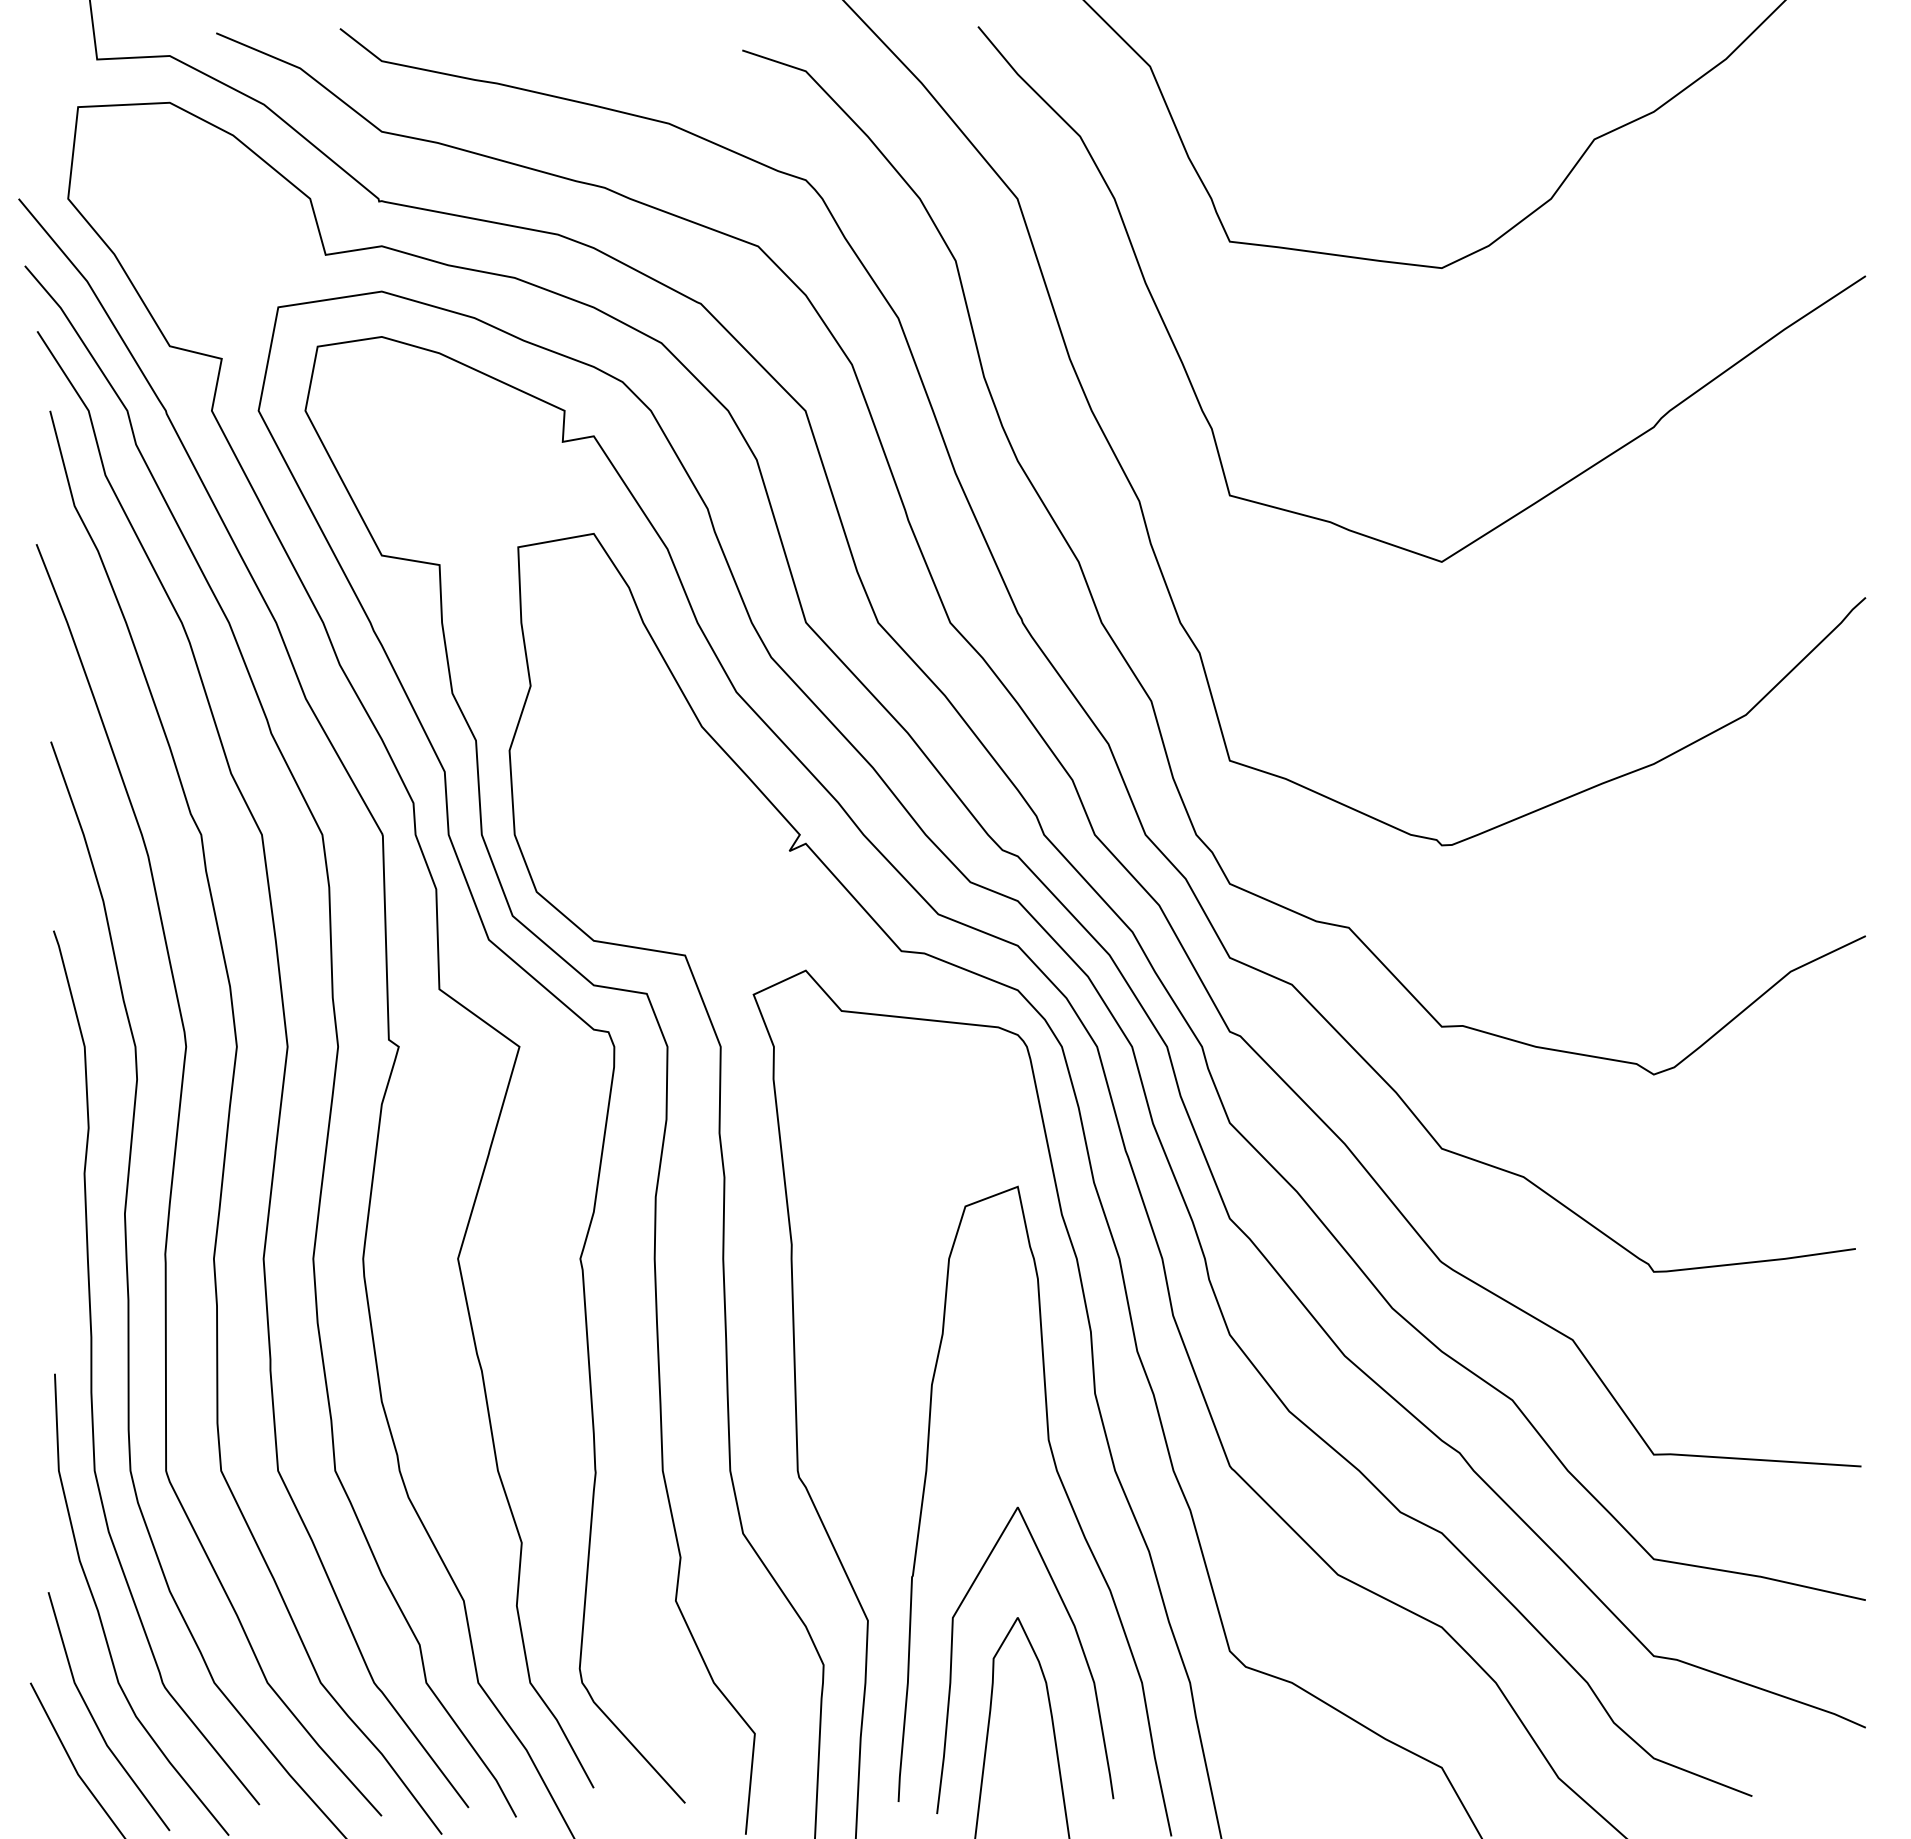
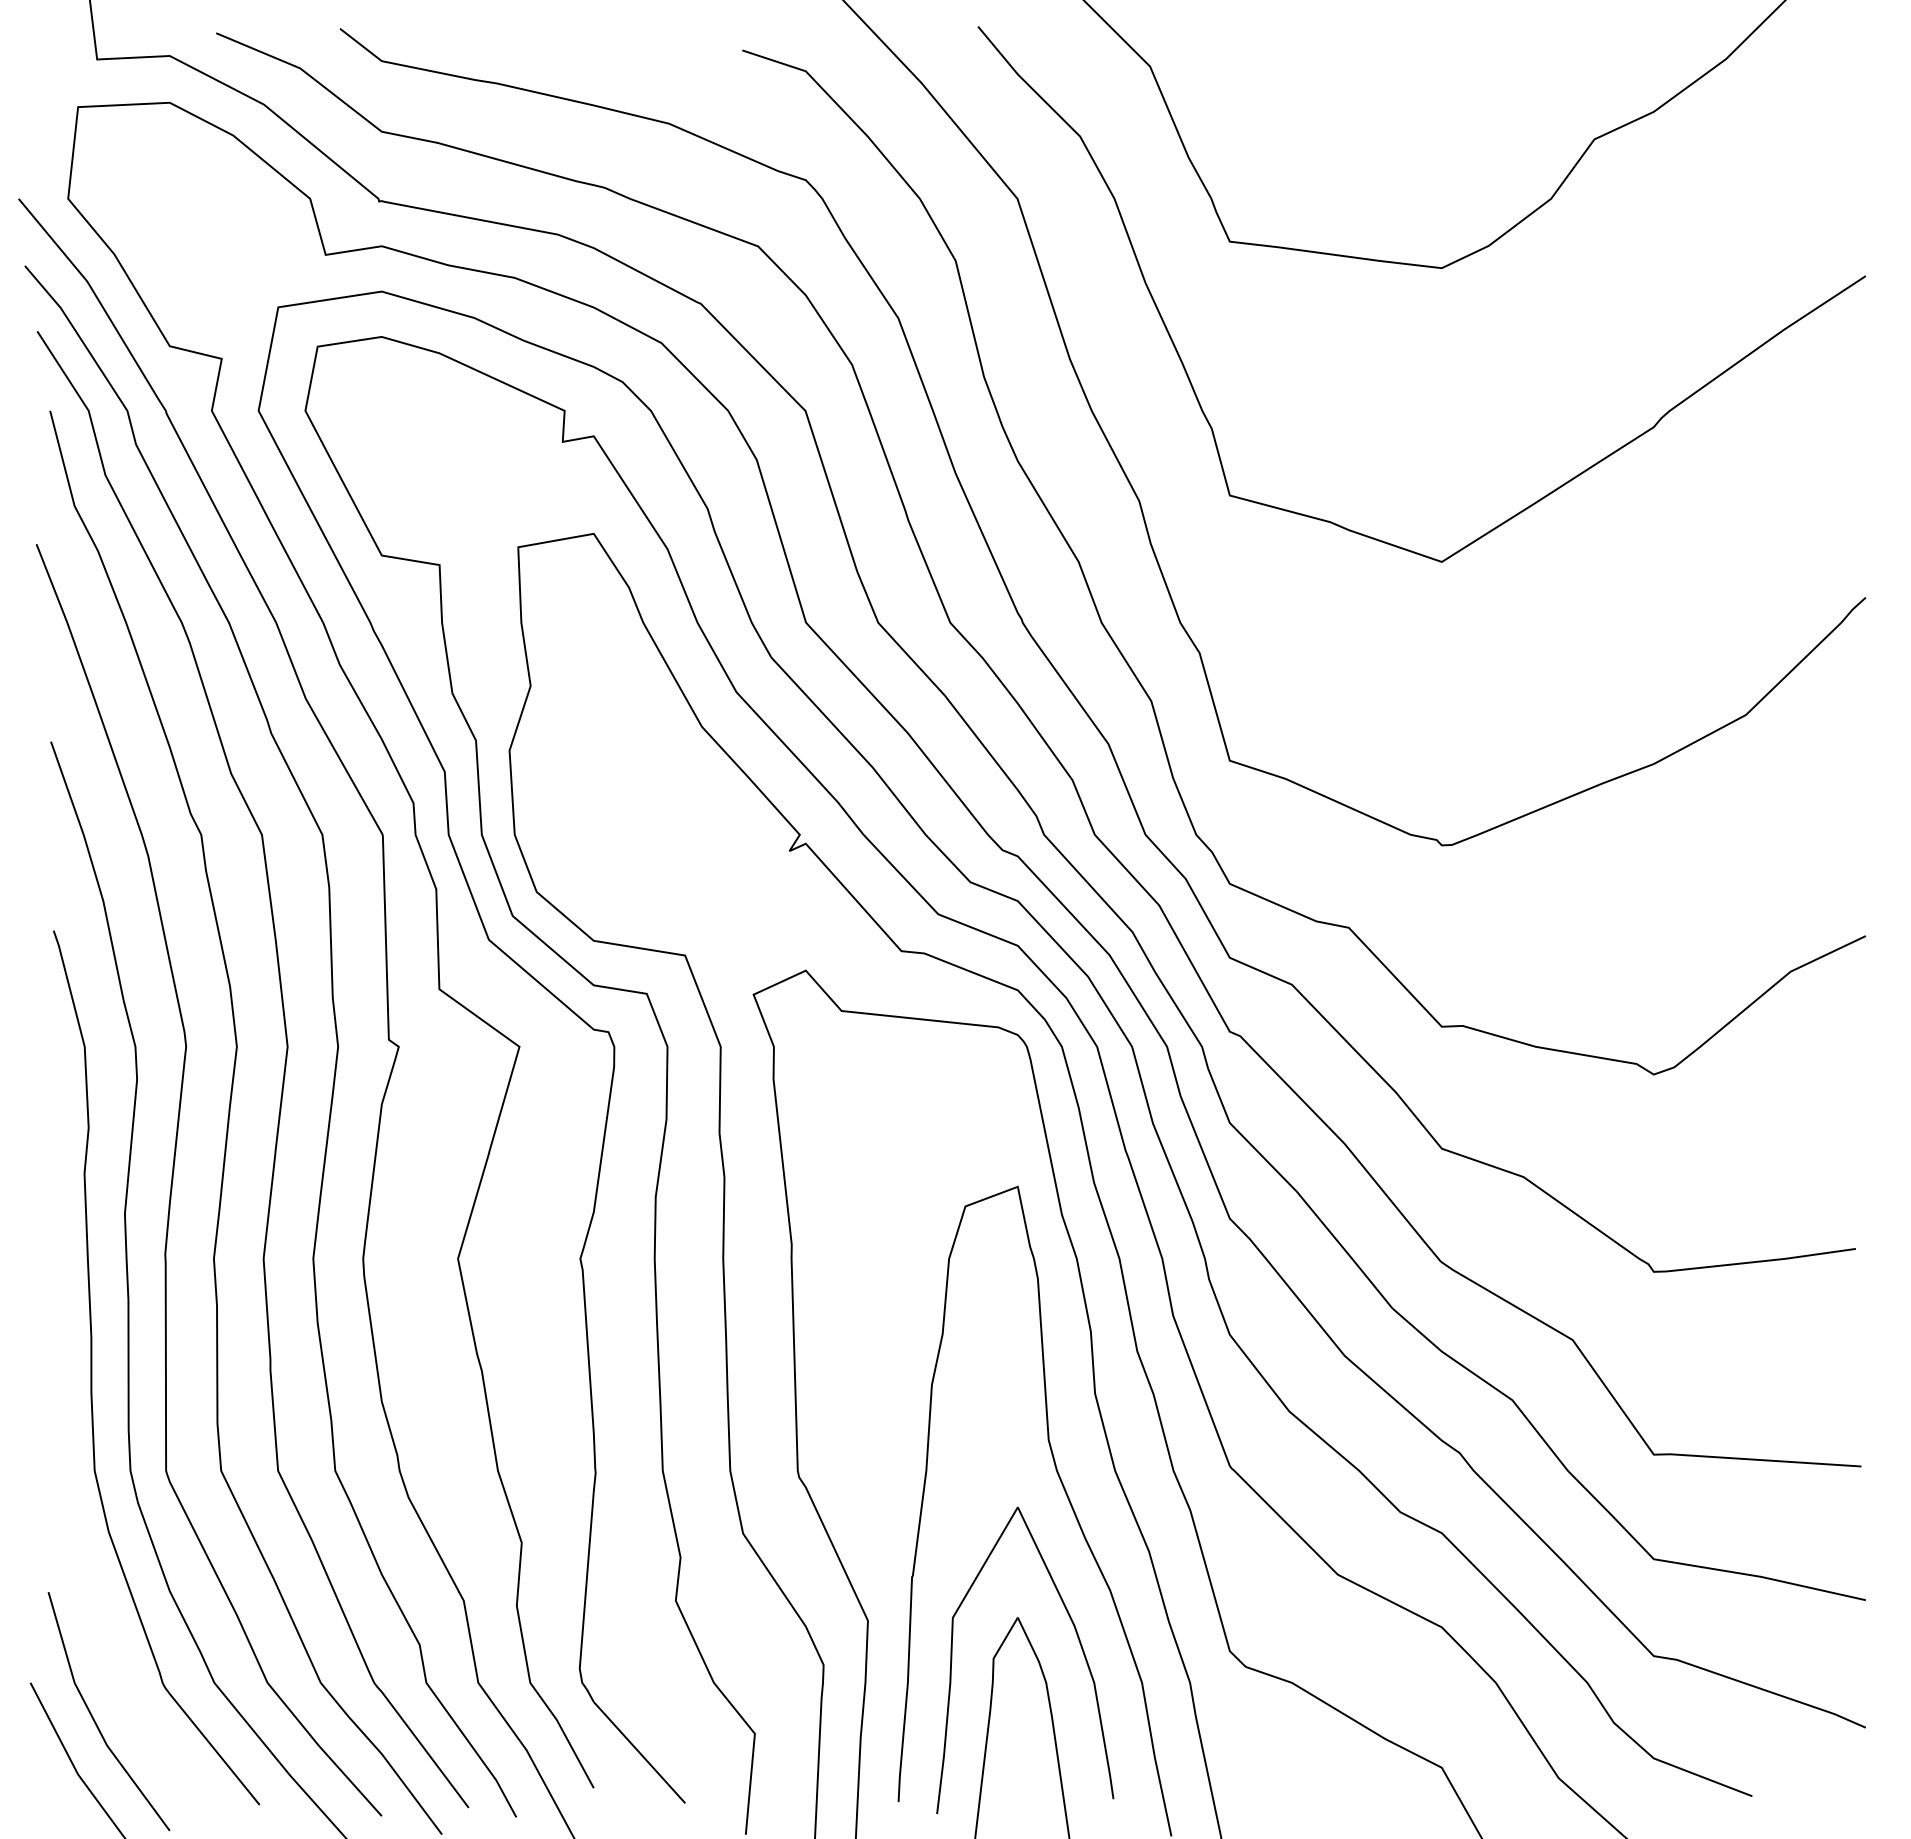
curve at (101, 1618): present -> none
